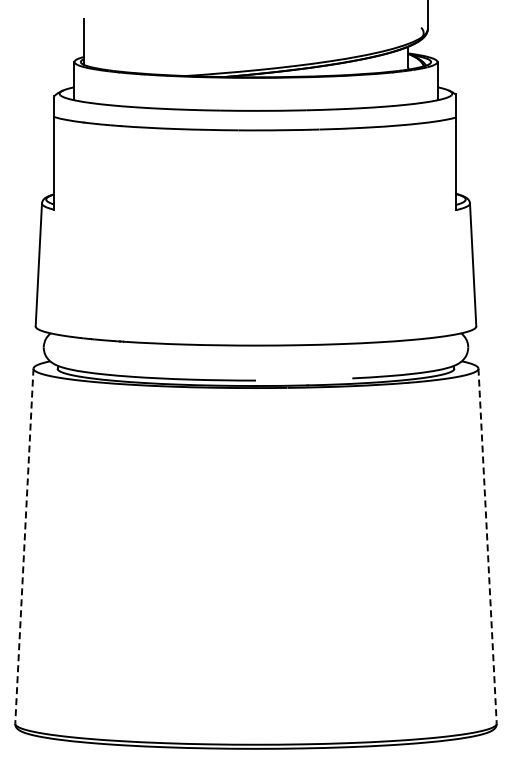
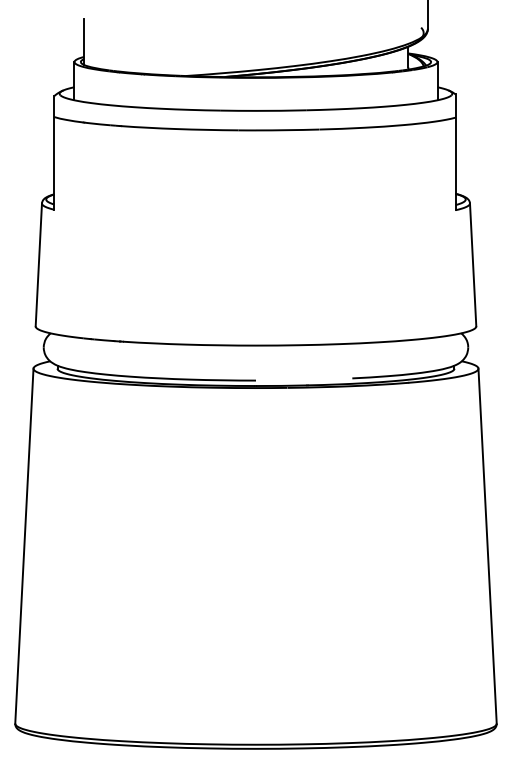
line at (24, 546): dashed -> solid
line at (487, 546): dashed -> solid
